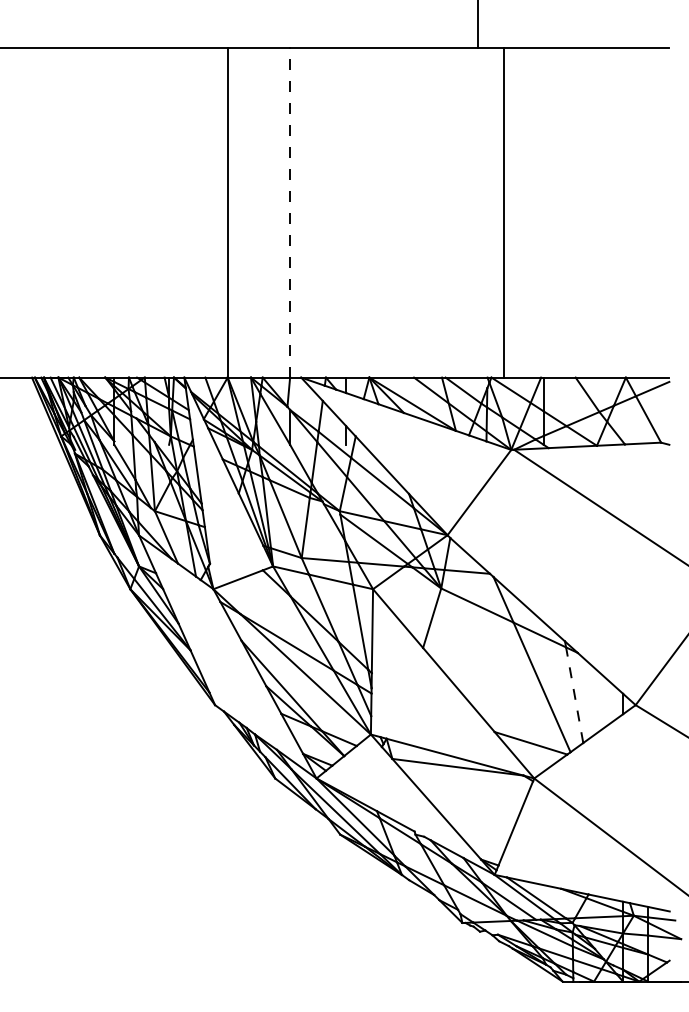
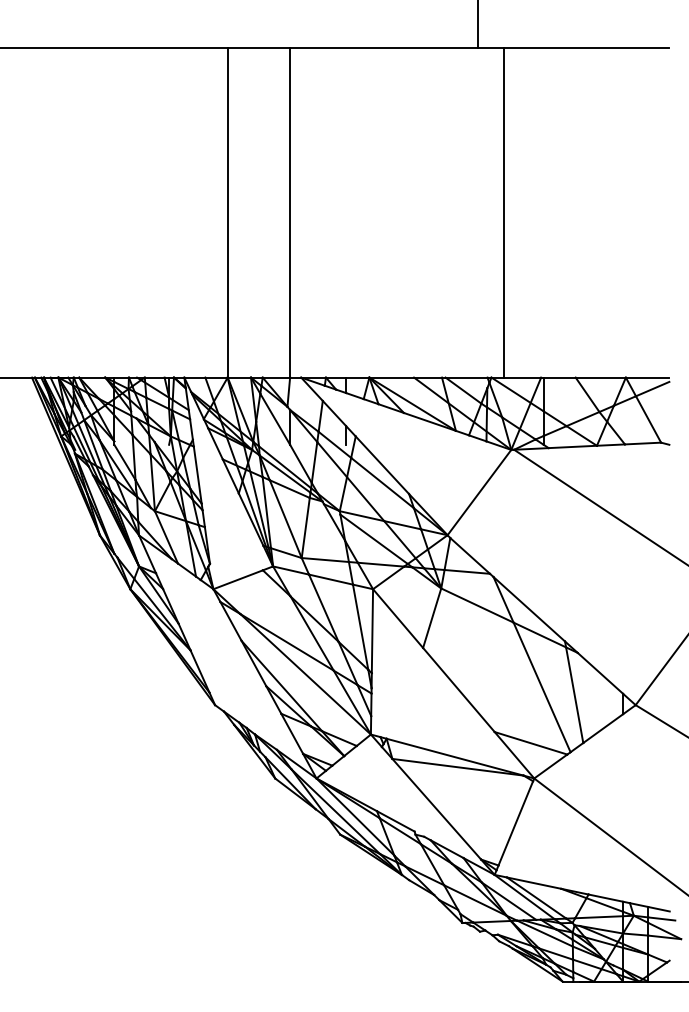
line at (290, 212): dashed -> solid
line at (574, 695): dashed -> solid
